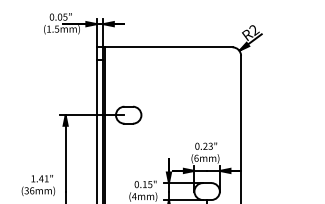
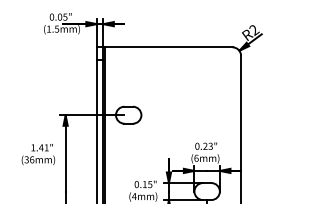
text at (38, 185) position: (38, 185) -> (38, 154)
